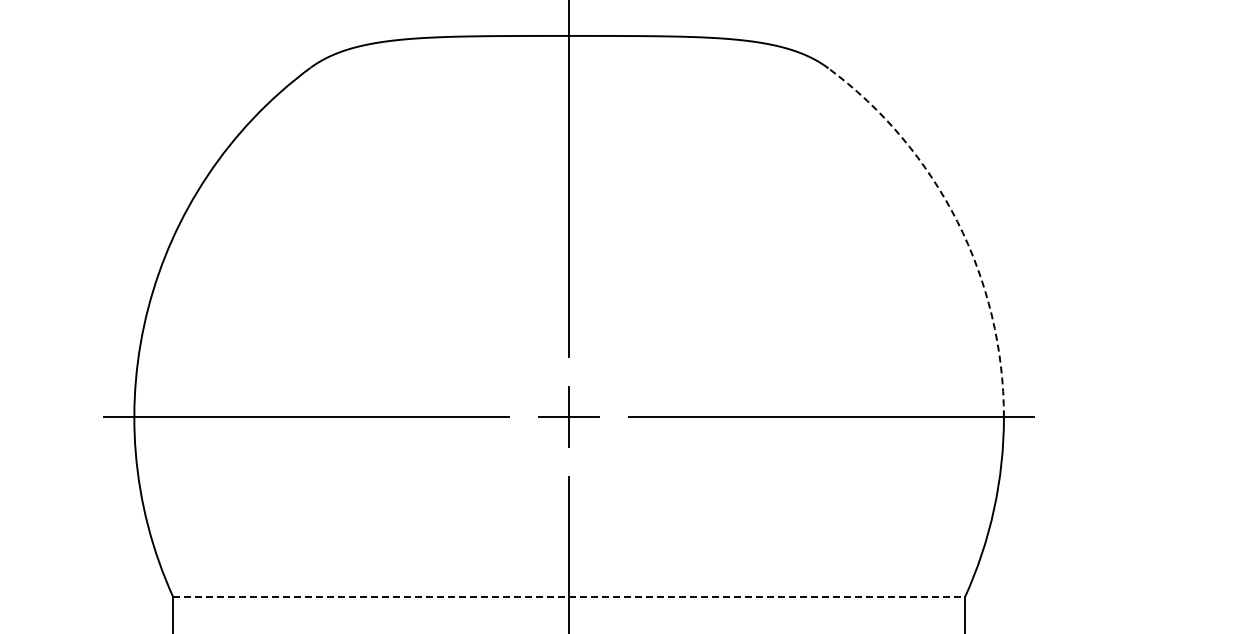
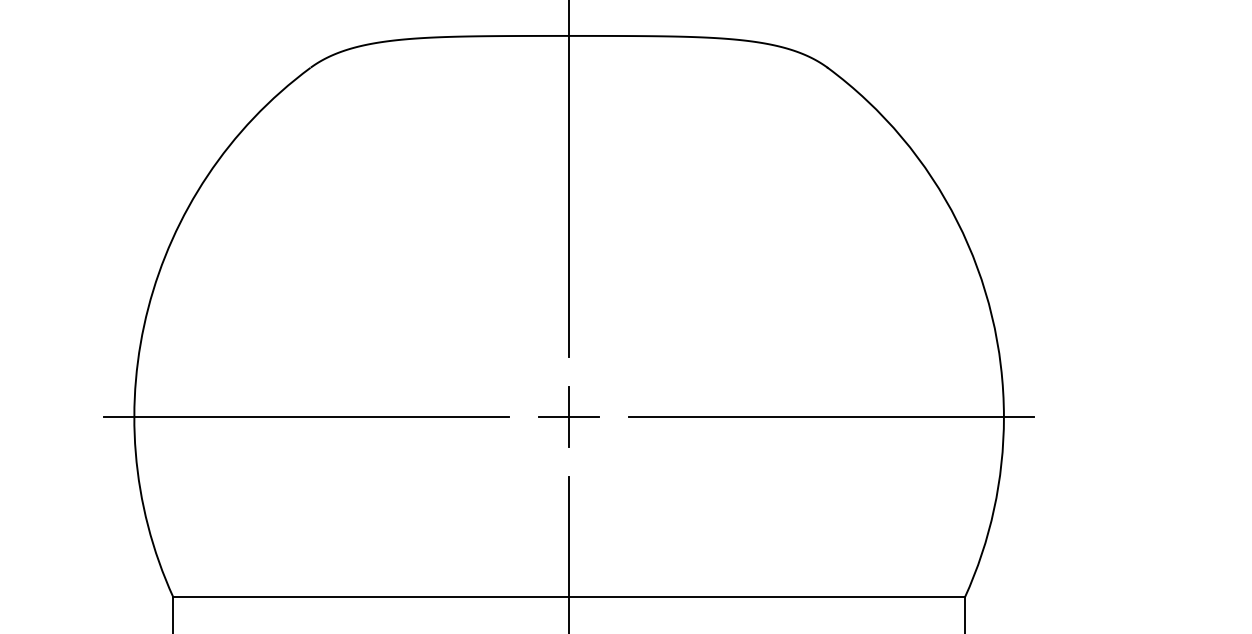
arc at (957, 221): dashed -> solid
line at (569, 597): dashed -> solid
